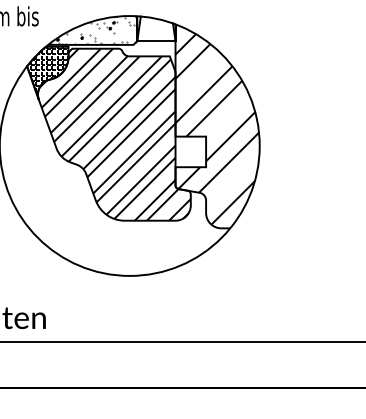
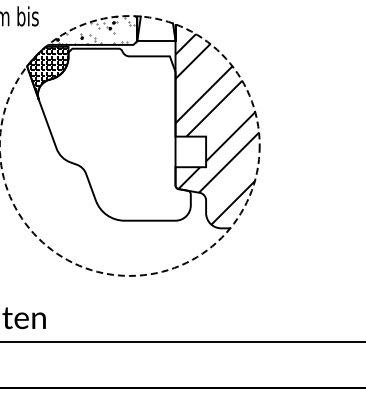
hatch at (114, 134): present -> none
circle at (129, 145): solid -> dashed
